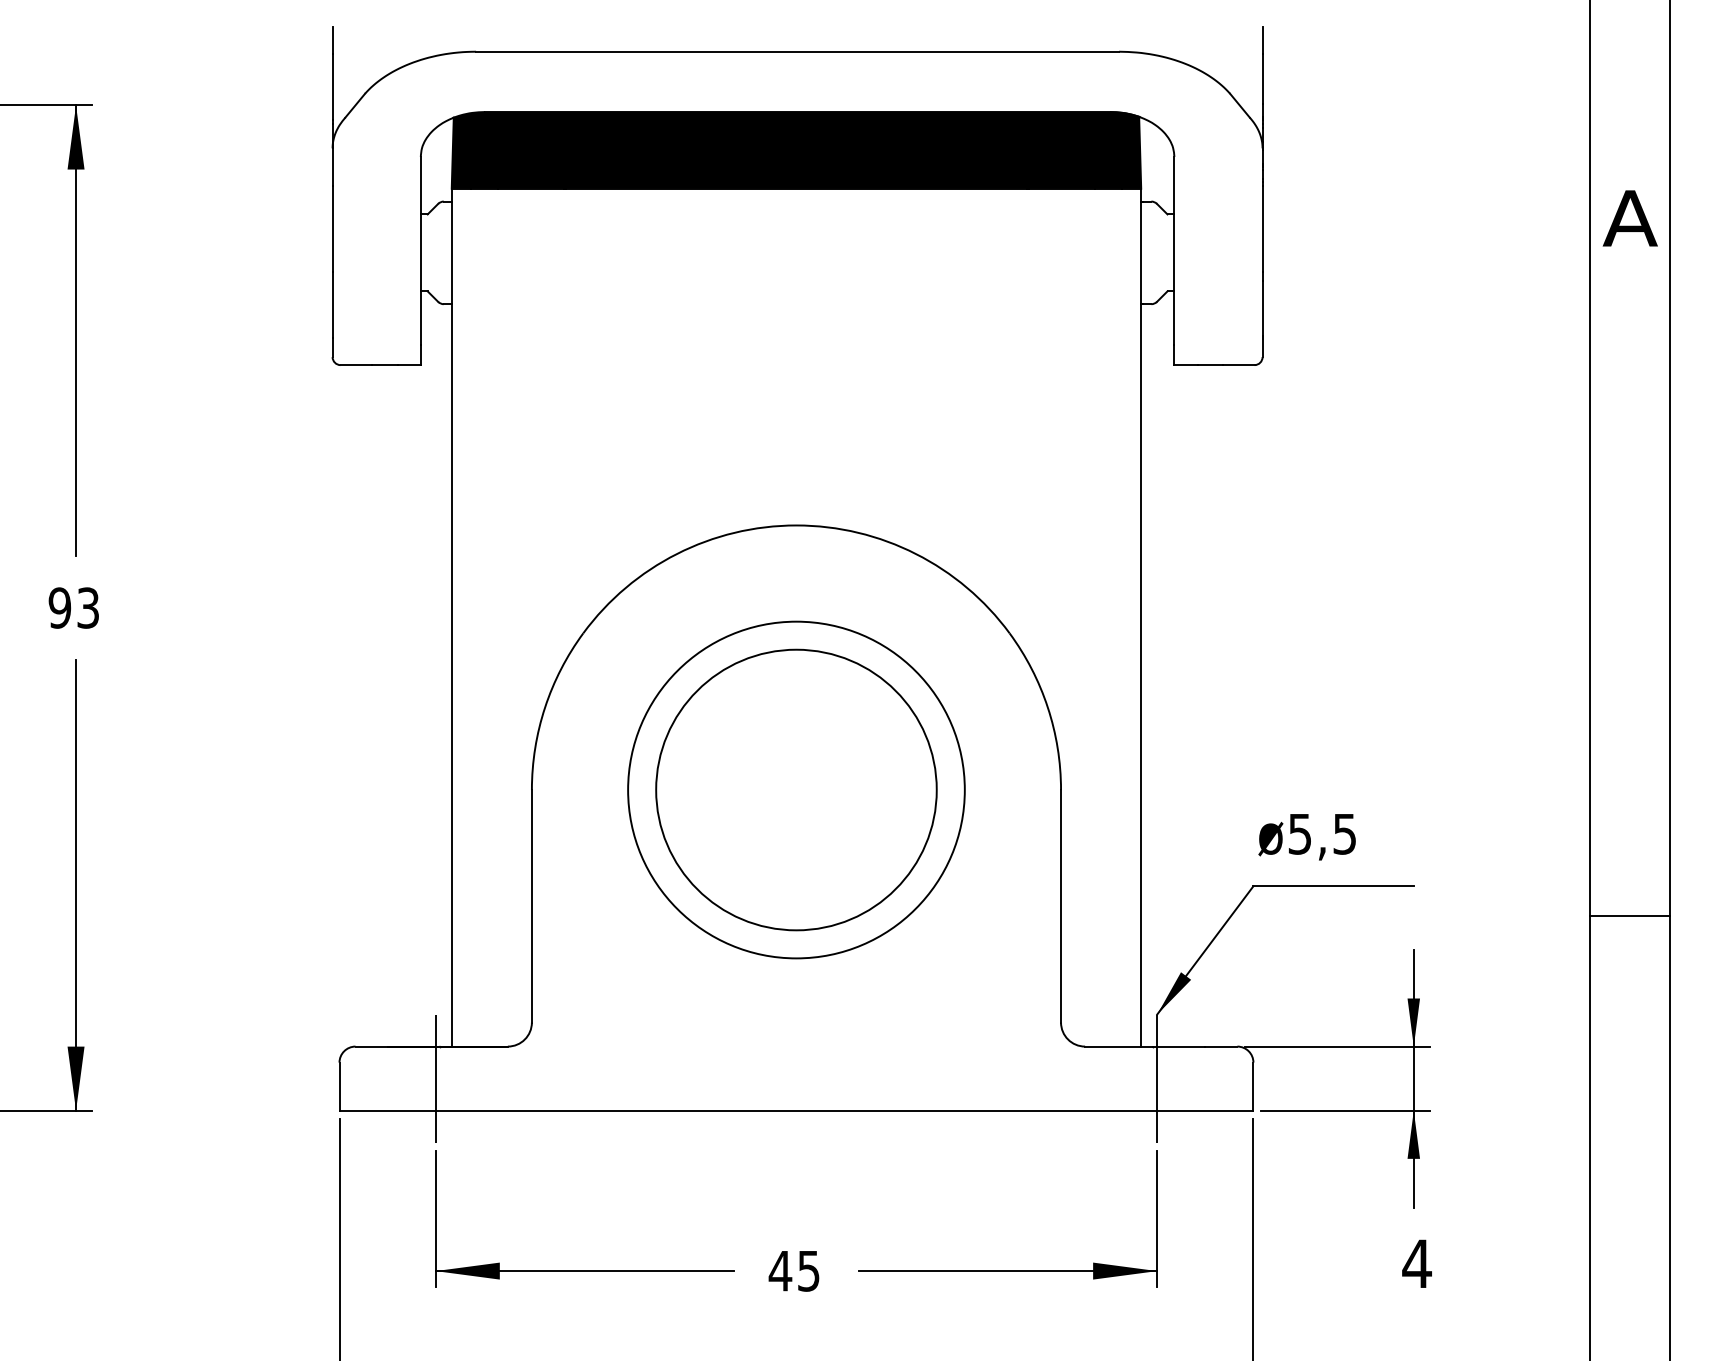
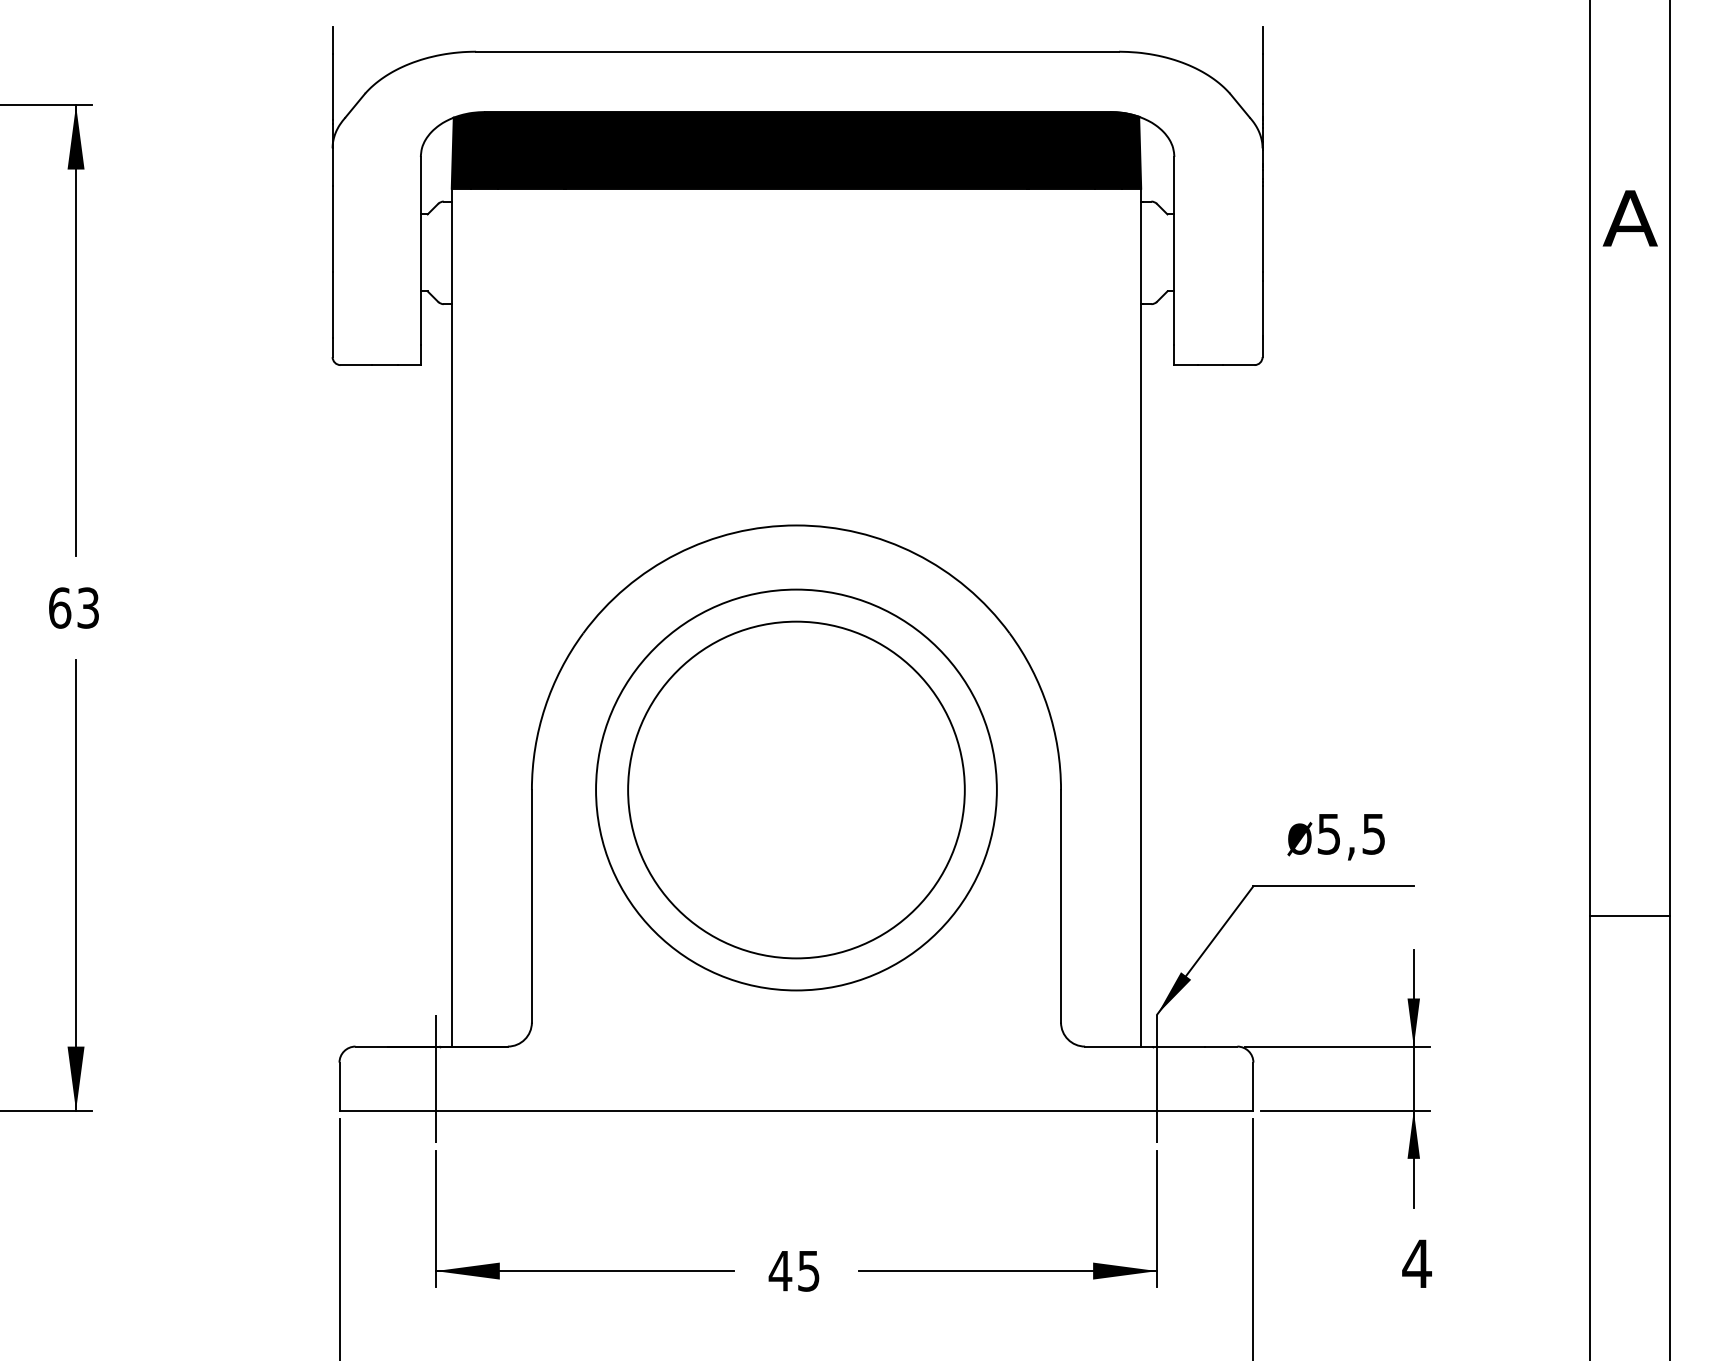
text at (59, 607): 93 -> 63
circle at (796, 789) diameter: 281 px -> 401 px
text at (1306, 837) position: (1306, 837) -> (1335, 837)
